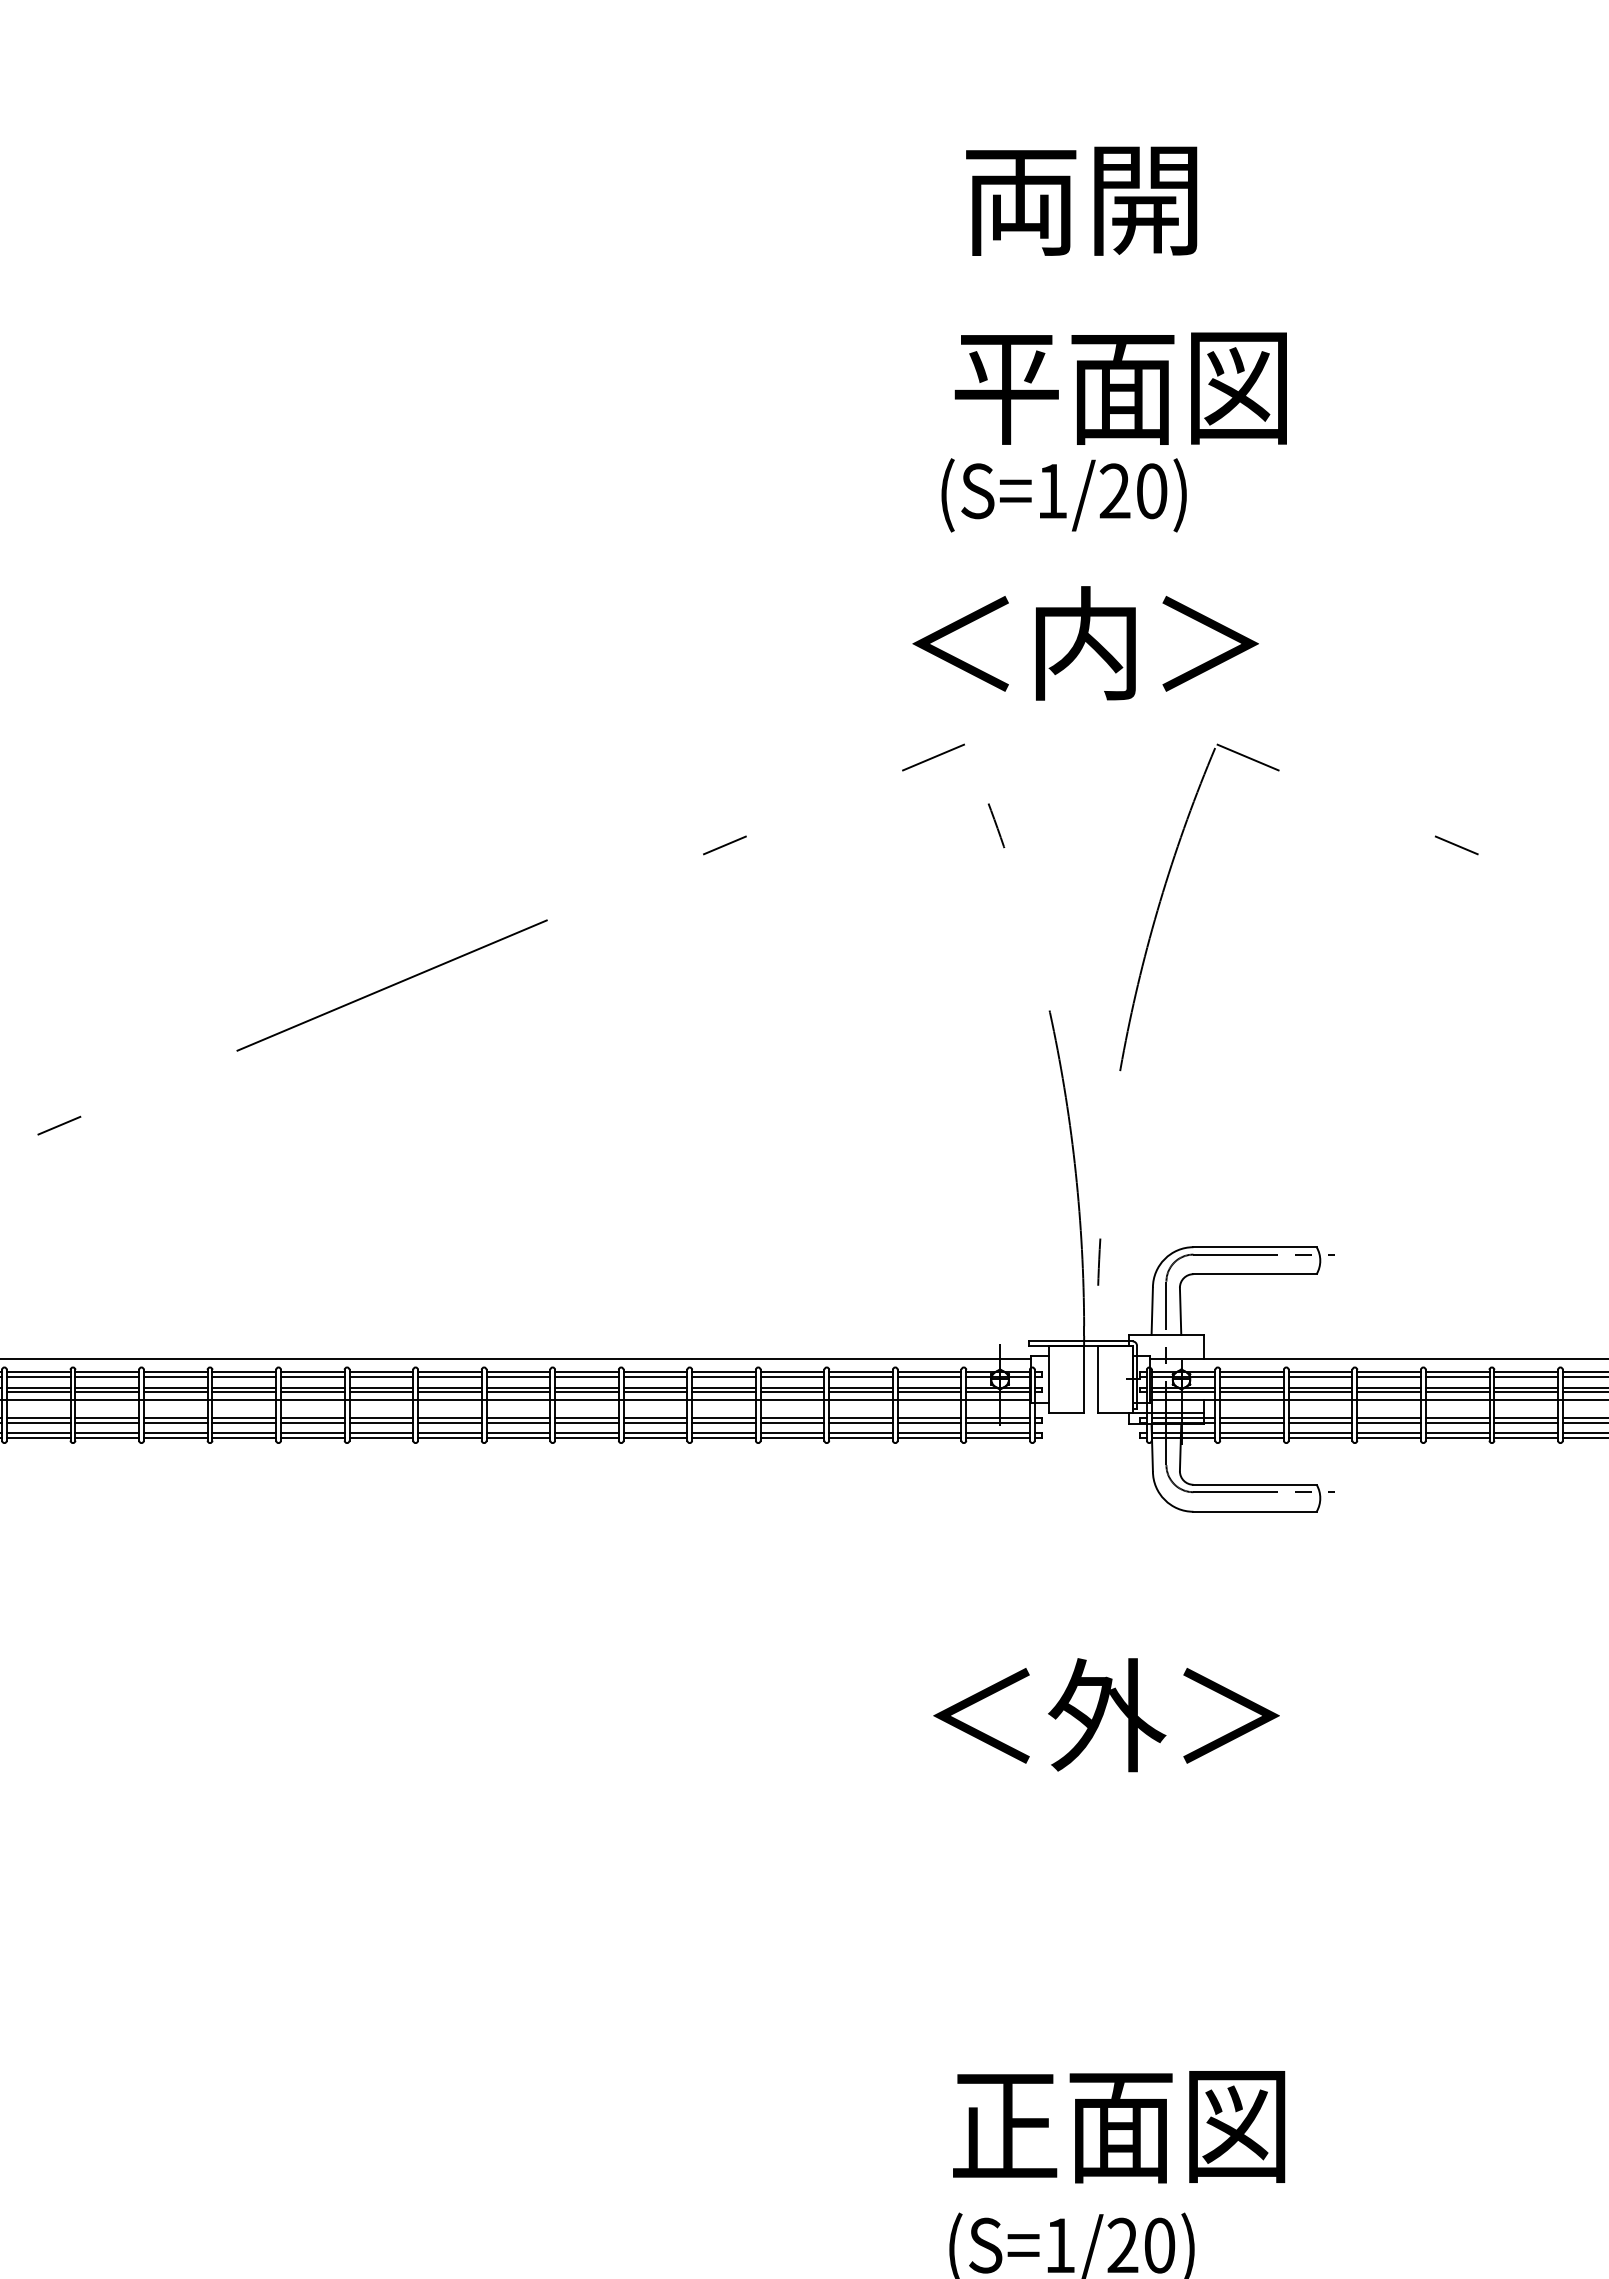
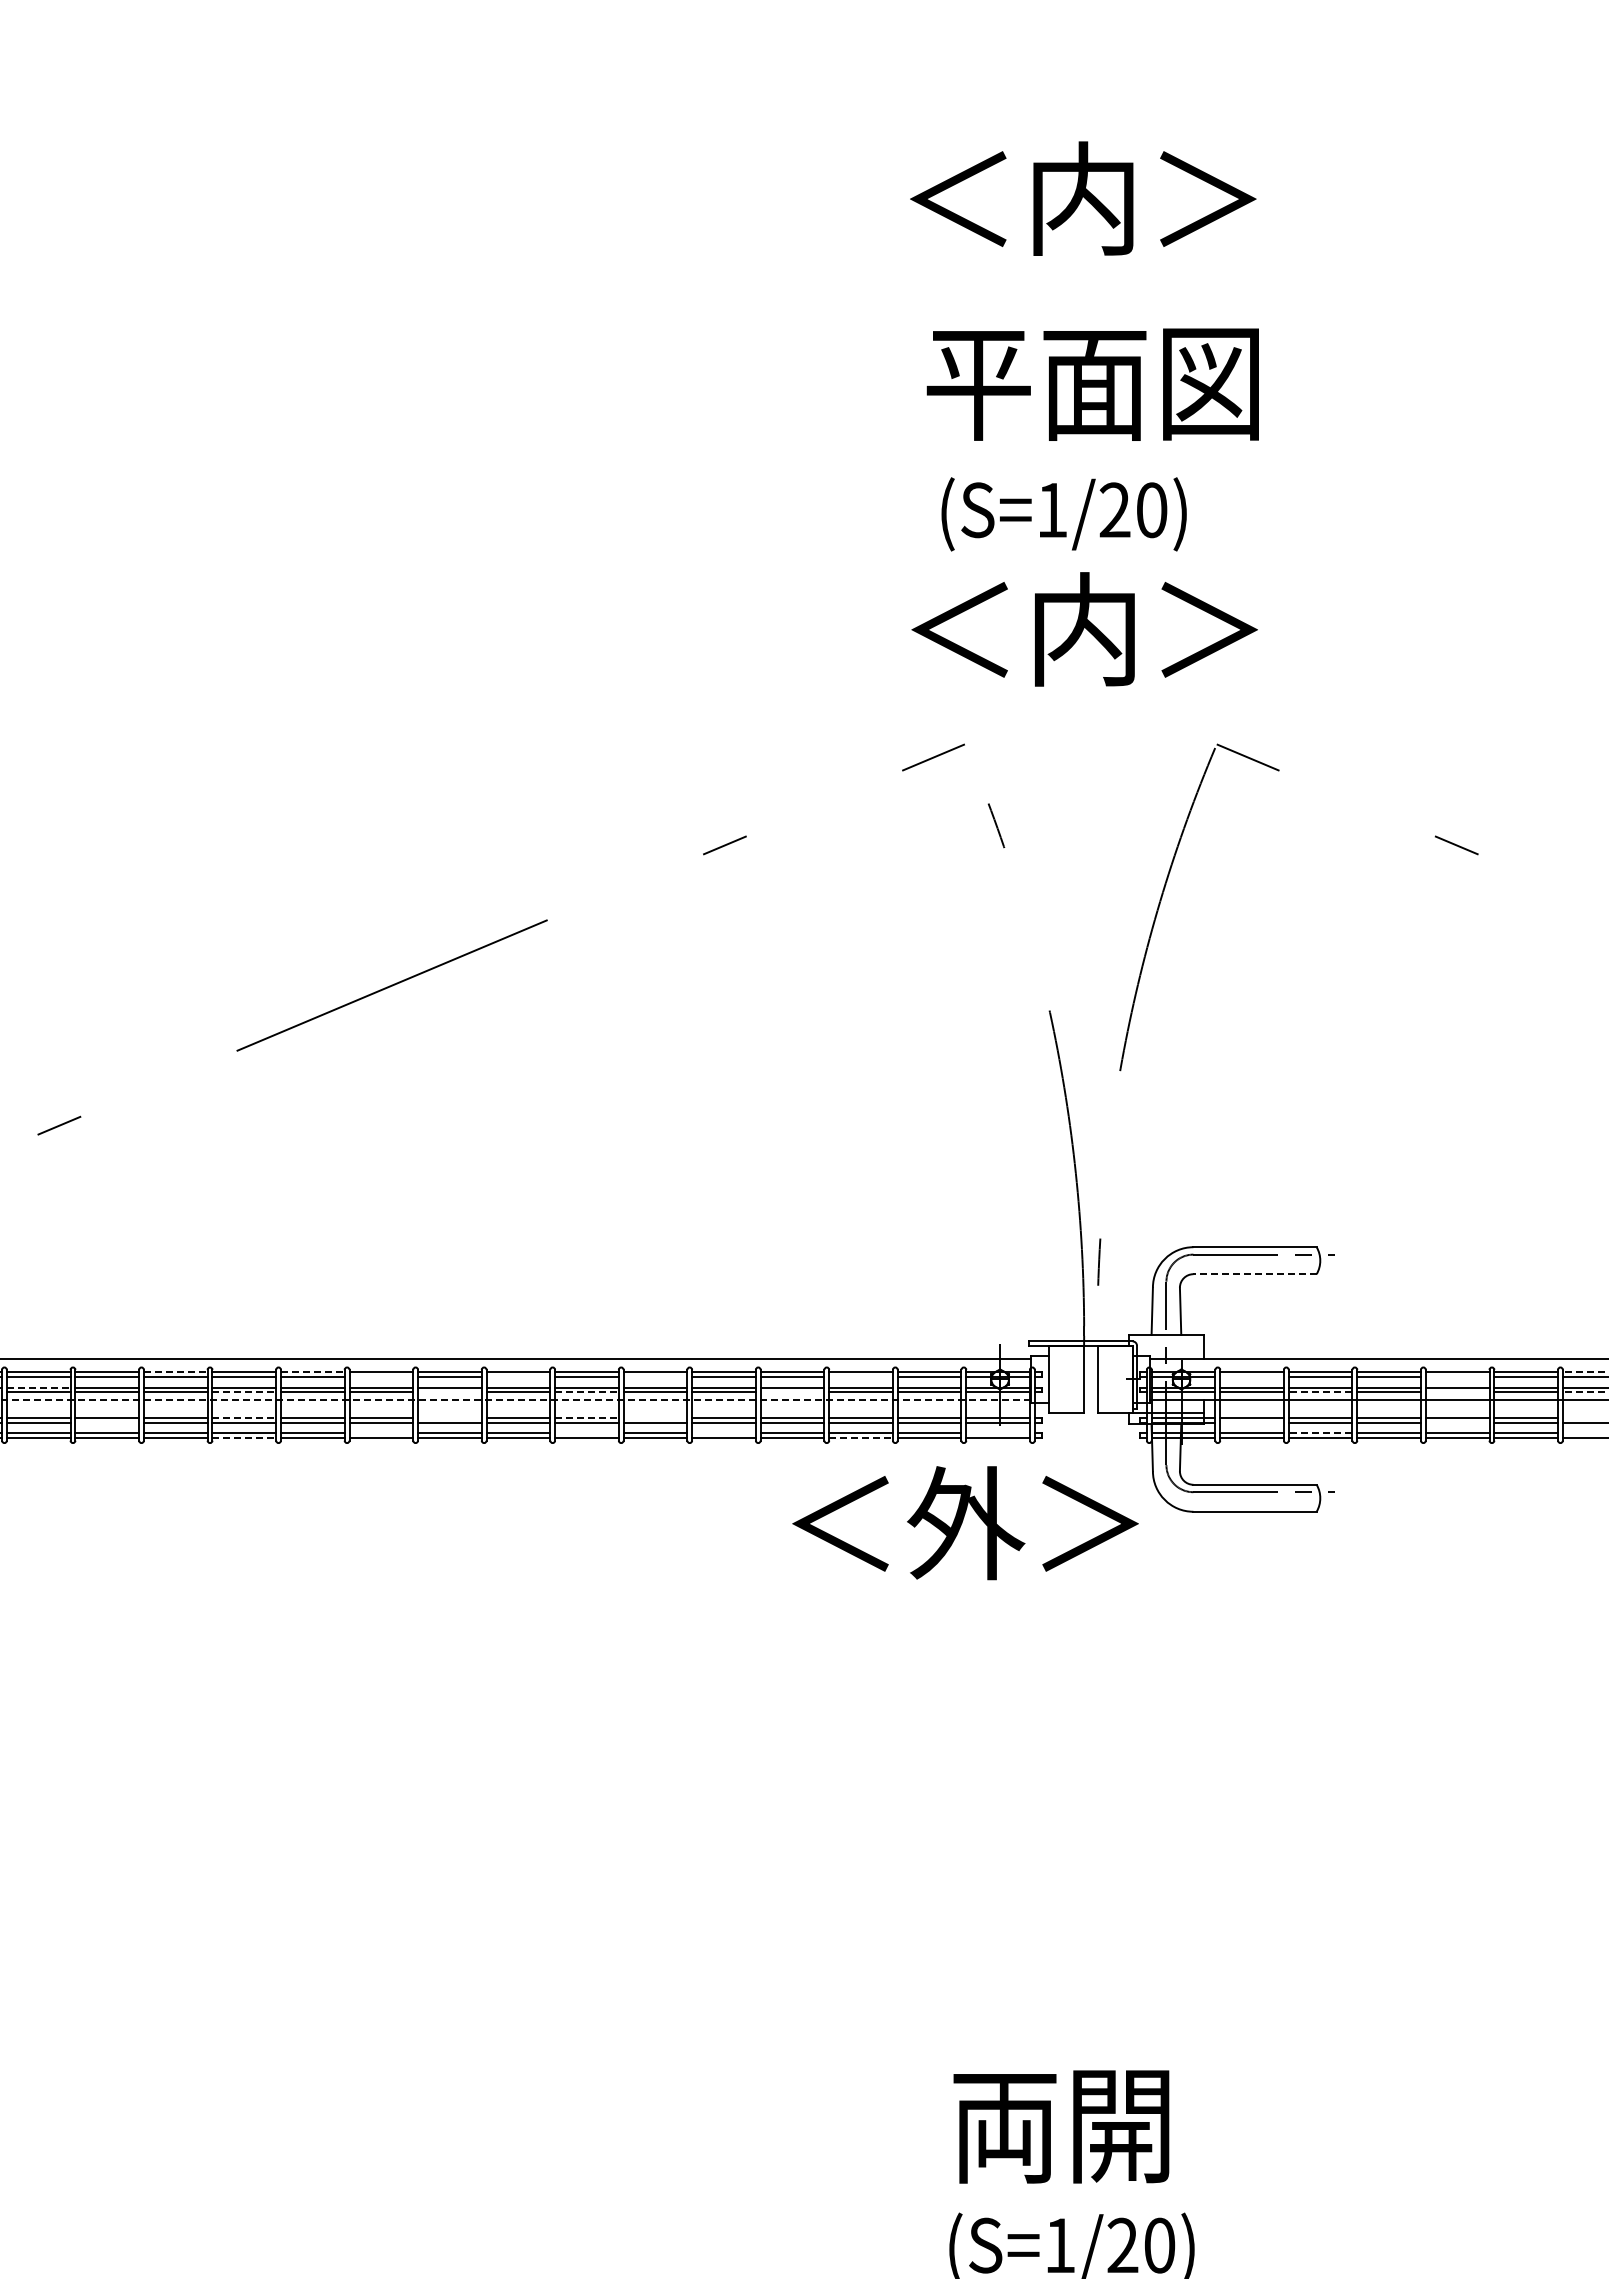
text at (1083, 198): 両開 -> ＜内＞
text at (1120, 388) position: (1120, 388) -> (1092, 384)
text at (1063, 495) position: (1063, 495) -> (1063, 514)
text at (1085, 643) position: (1085, 643) -> (1084, 629)
line at (1255, 1274): solid -> dashed
line at (175, 1372): solid -> dashed
line at (312, 1372): solid -> dashed
line at (1585, 1372): solid -> dashed
line at (381, 1377): present -> none
line at (518, 1377): present -> none
line at (655, 1377): present -> none
line at (860, 1377): present -> none
line at (1251, 1377): present -> none
line at (1457, 1377): present -> none
line at (38, 1387): solid -> dashed
line at (244, 1392): solid -> dashed
line at (449, 1392): present -> none
line at (586, 1392): solid -> dashed
line at (792, 1392): present -> none
line at (1320, 1392): solid -> dashed
line at (1457, 1392): present -> none
line at (1585, 1392): solid -> dashed
line at (515, 1400): solid -> dashed
line at (244, 1418): solid -> dashed
line at (449, 1418): present -> none
line at (586, 1418): solid -> dashed
line at (655, 1418): present -> none
line at (1583, 1418): present -> none
line at (107, 1422): present -> none
line at (1251, 1422): present -> none
line at (1457, 1422): present -> none
line at (381, 1433): present -> none
line at (586, 1433): present -> none
line at (723, 1433): present -> none
line at (997, 1433): present -> none
line at (1320, 1433): solid -> dashed
line at (1583, 1433): present -> none
line at (244, 1438): solid -> dashed
line at (861, 1438): solid -> dashed
text at (1106, 1715) position: (1106, 1715) -> (965, 1523)
text at (1119, 2126): 正面図 -> 両開
